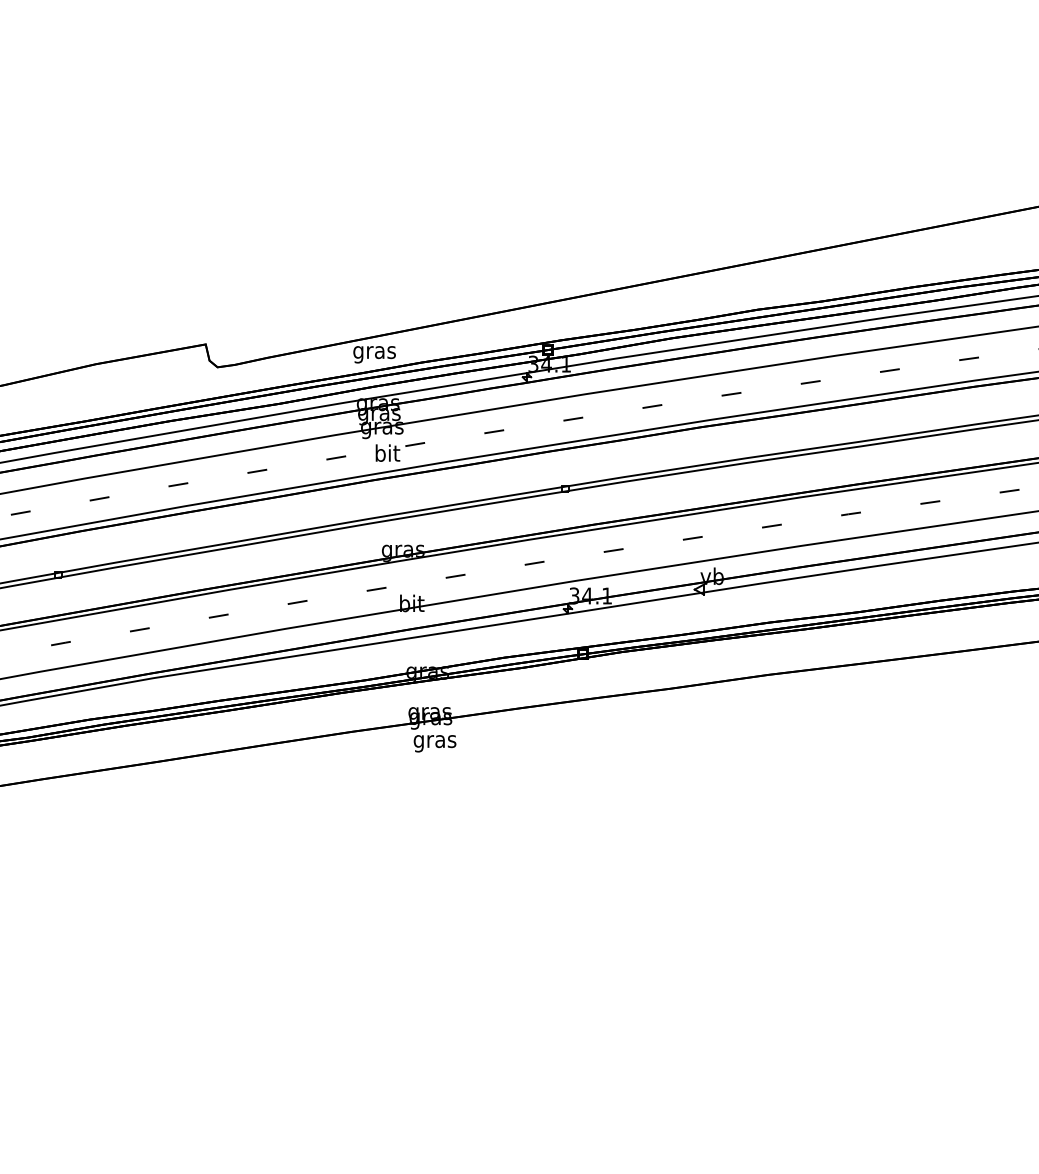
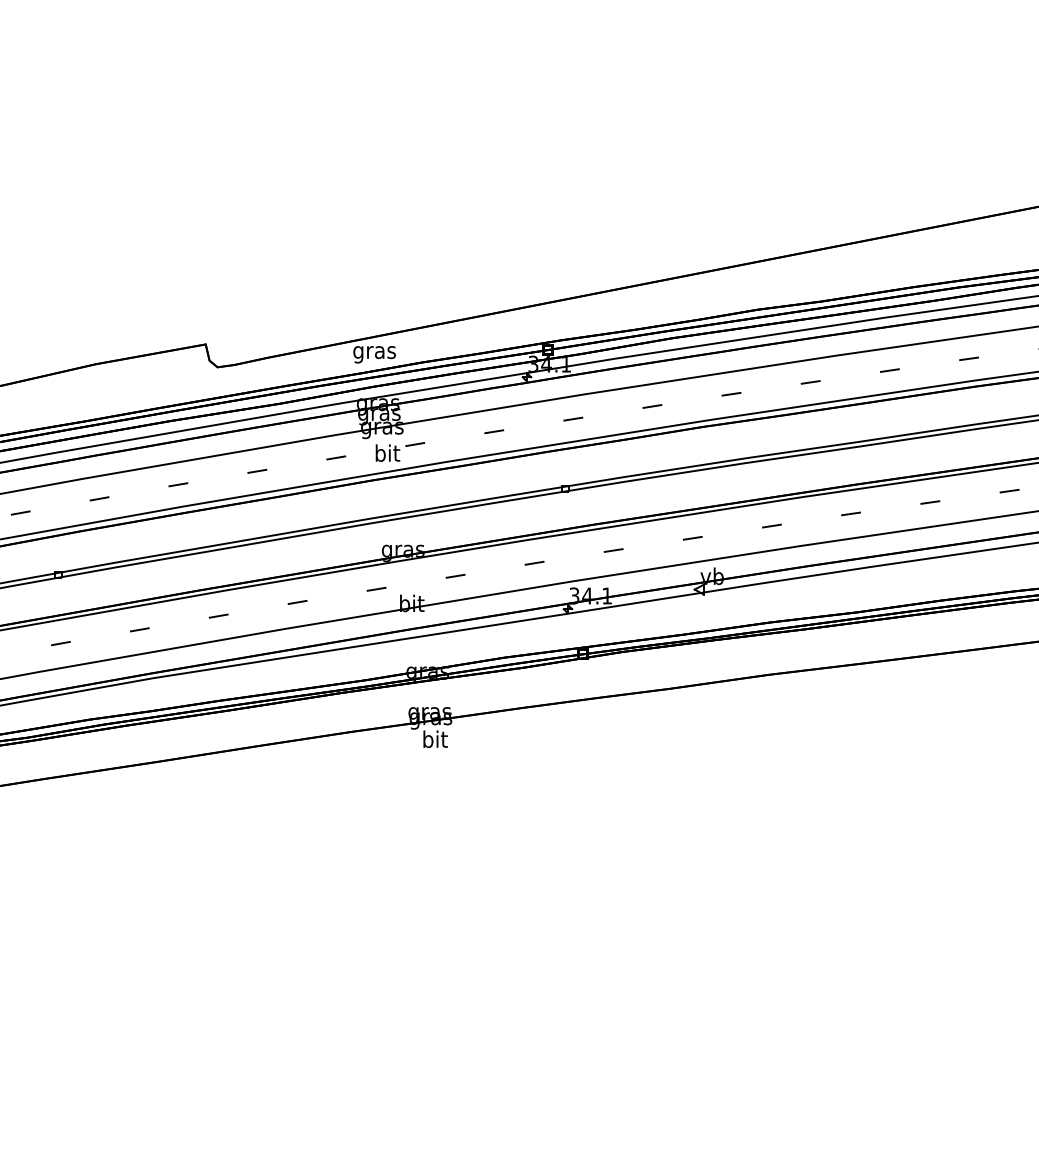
text at (434, 741): gras -> bit
